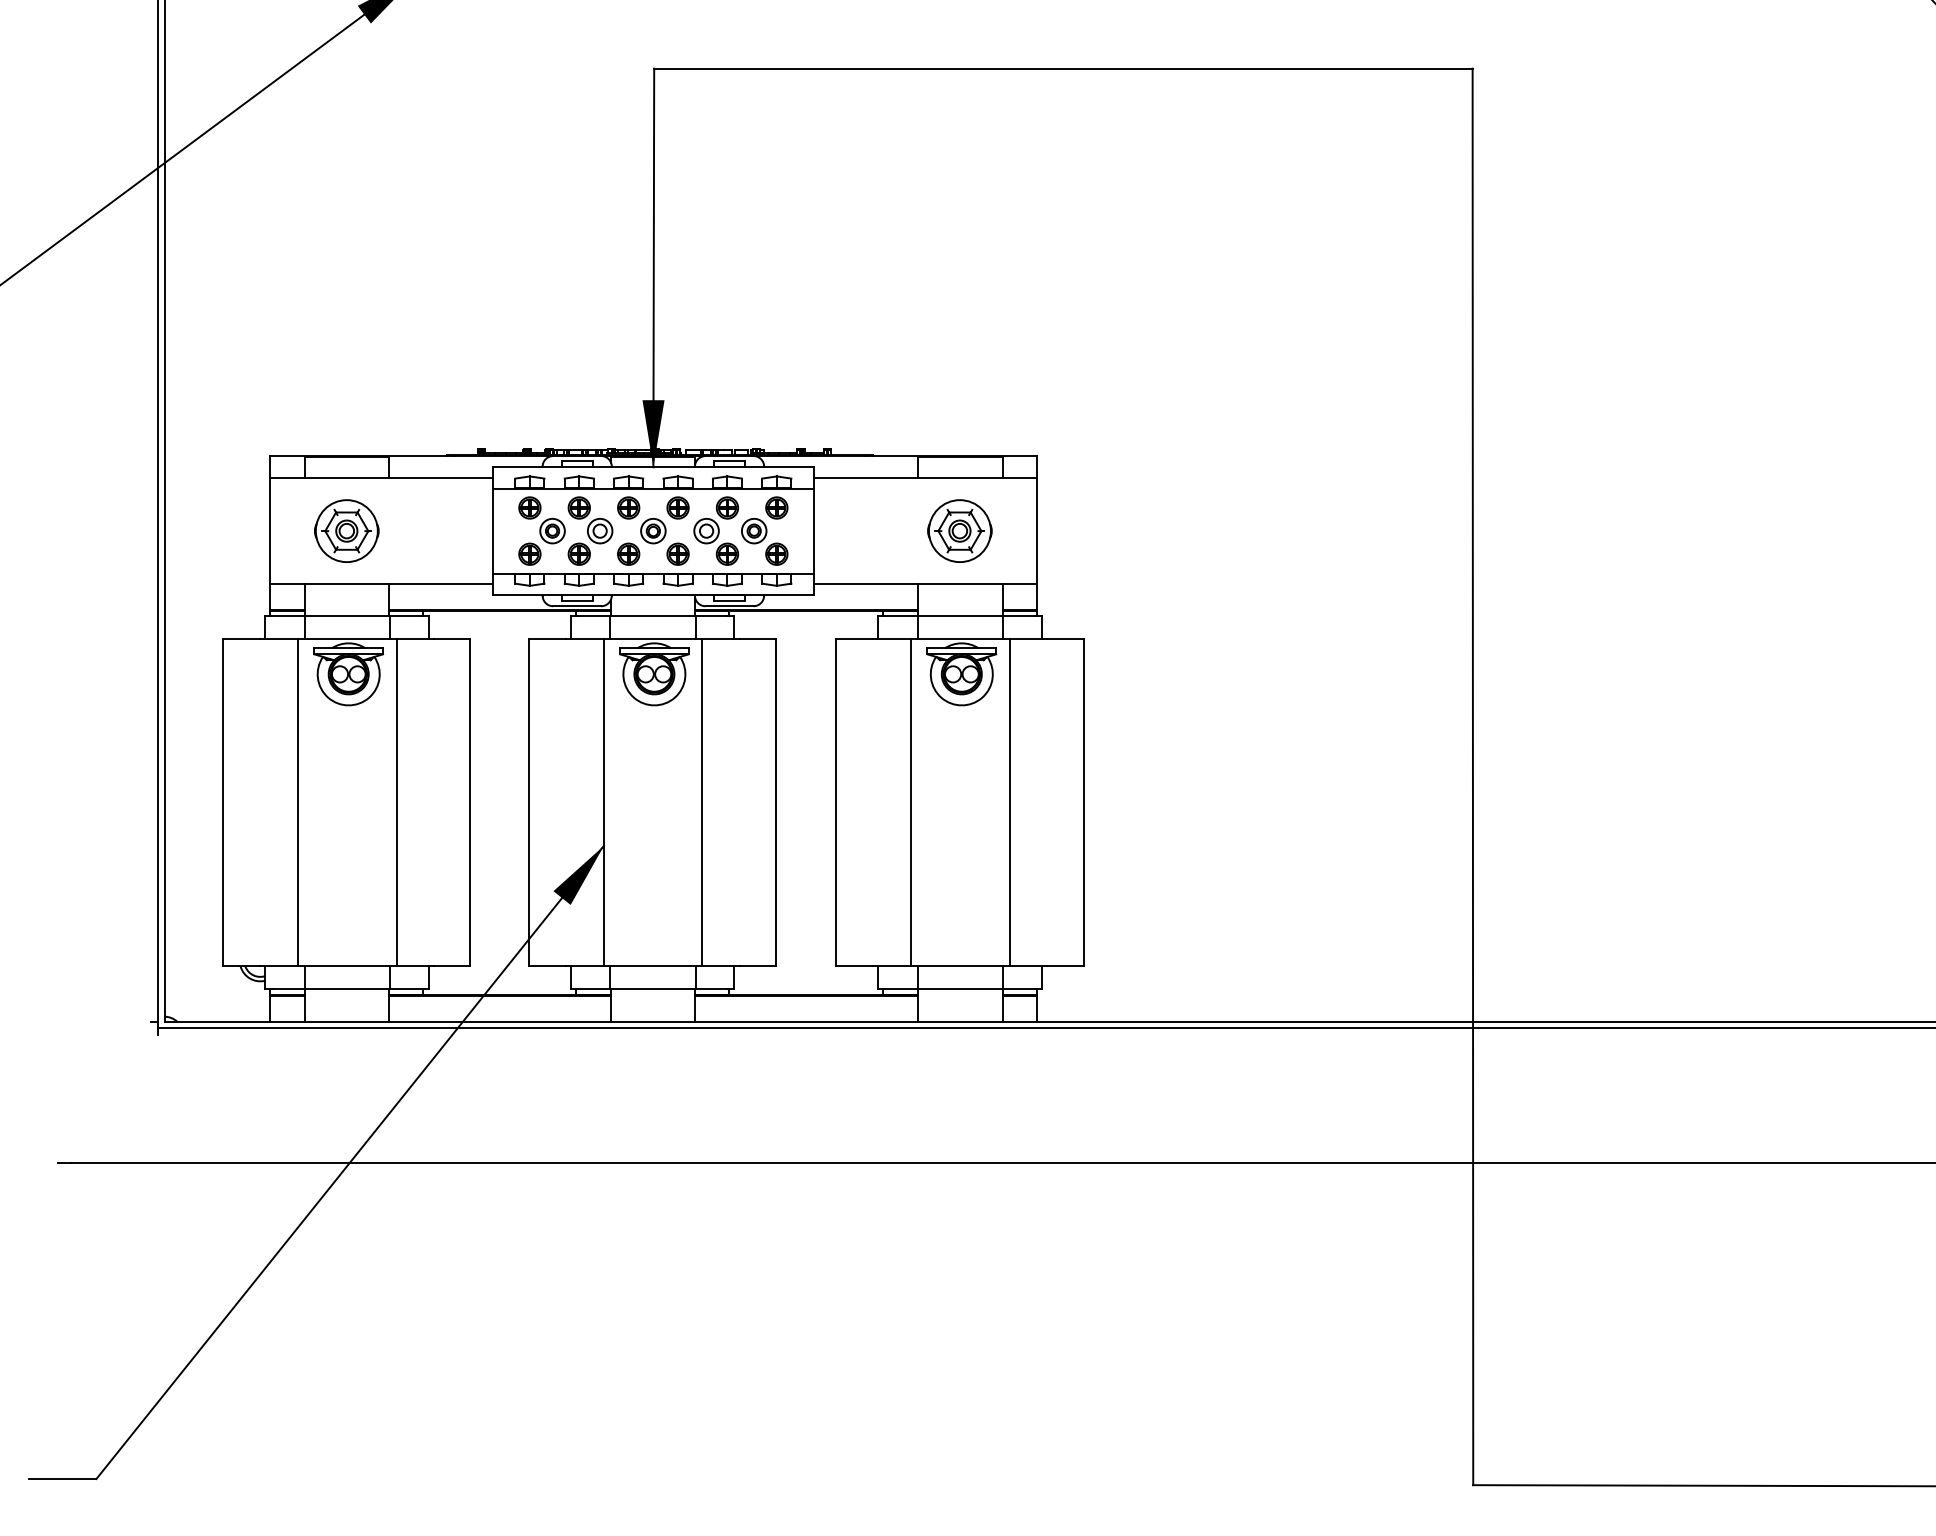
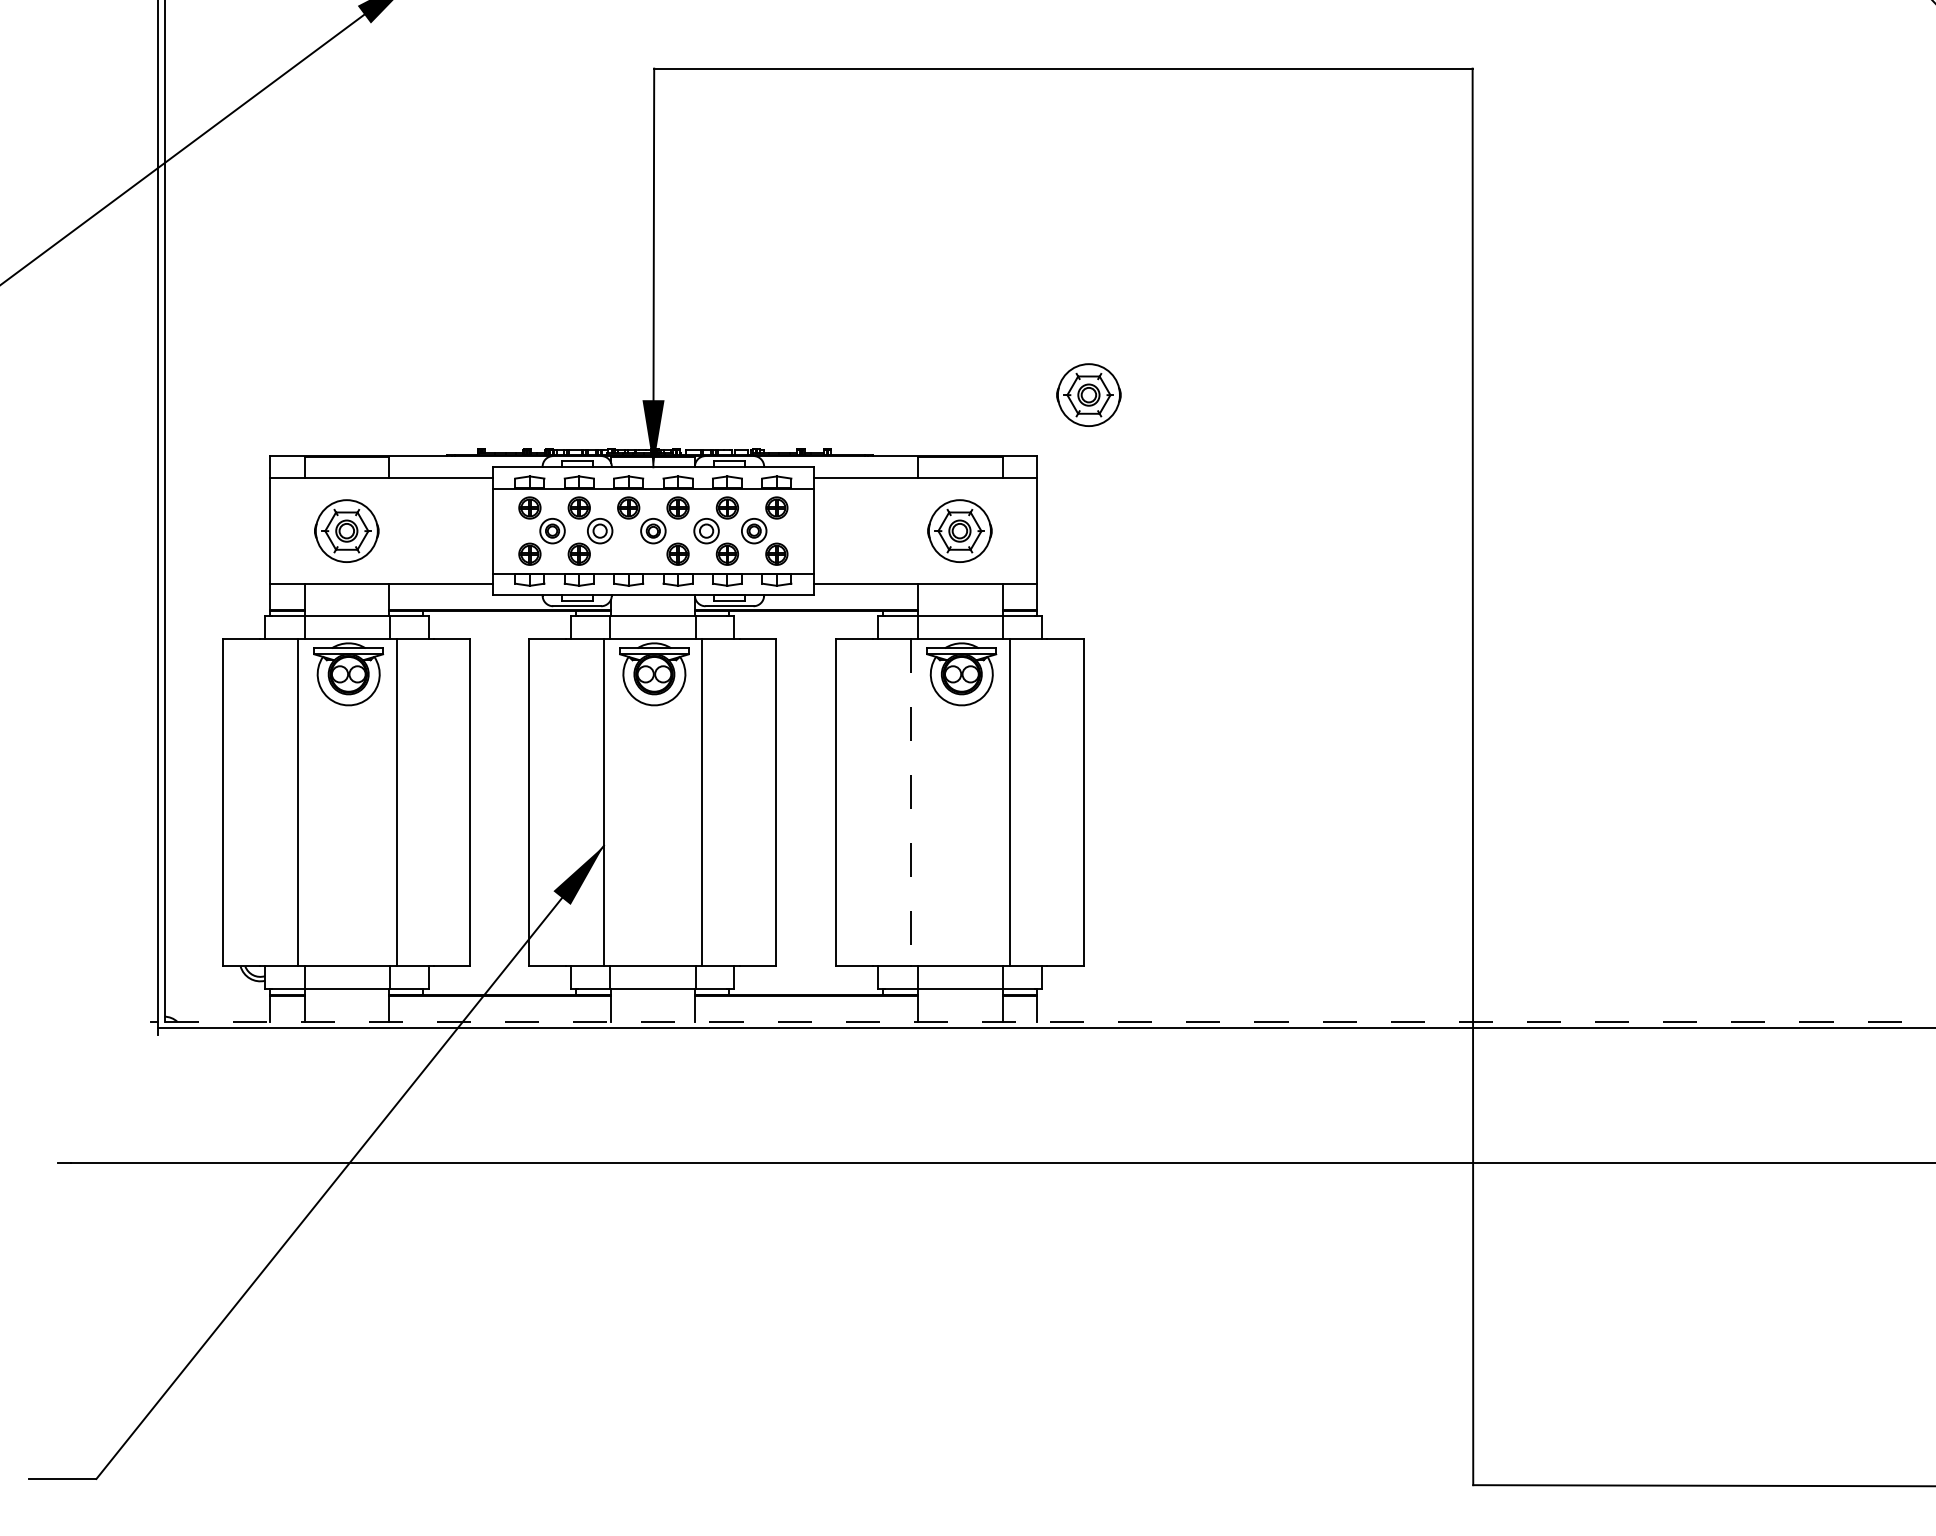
part at (1088, 394): none -> present
part at (628, 553): present -> none
line at (911, 802): solid -> dashed
line at (1050, 1021): solid -> dashed
